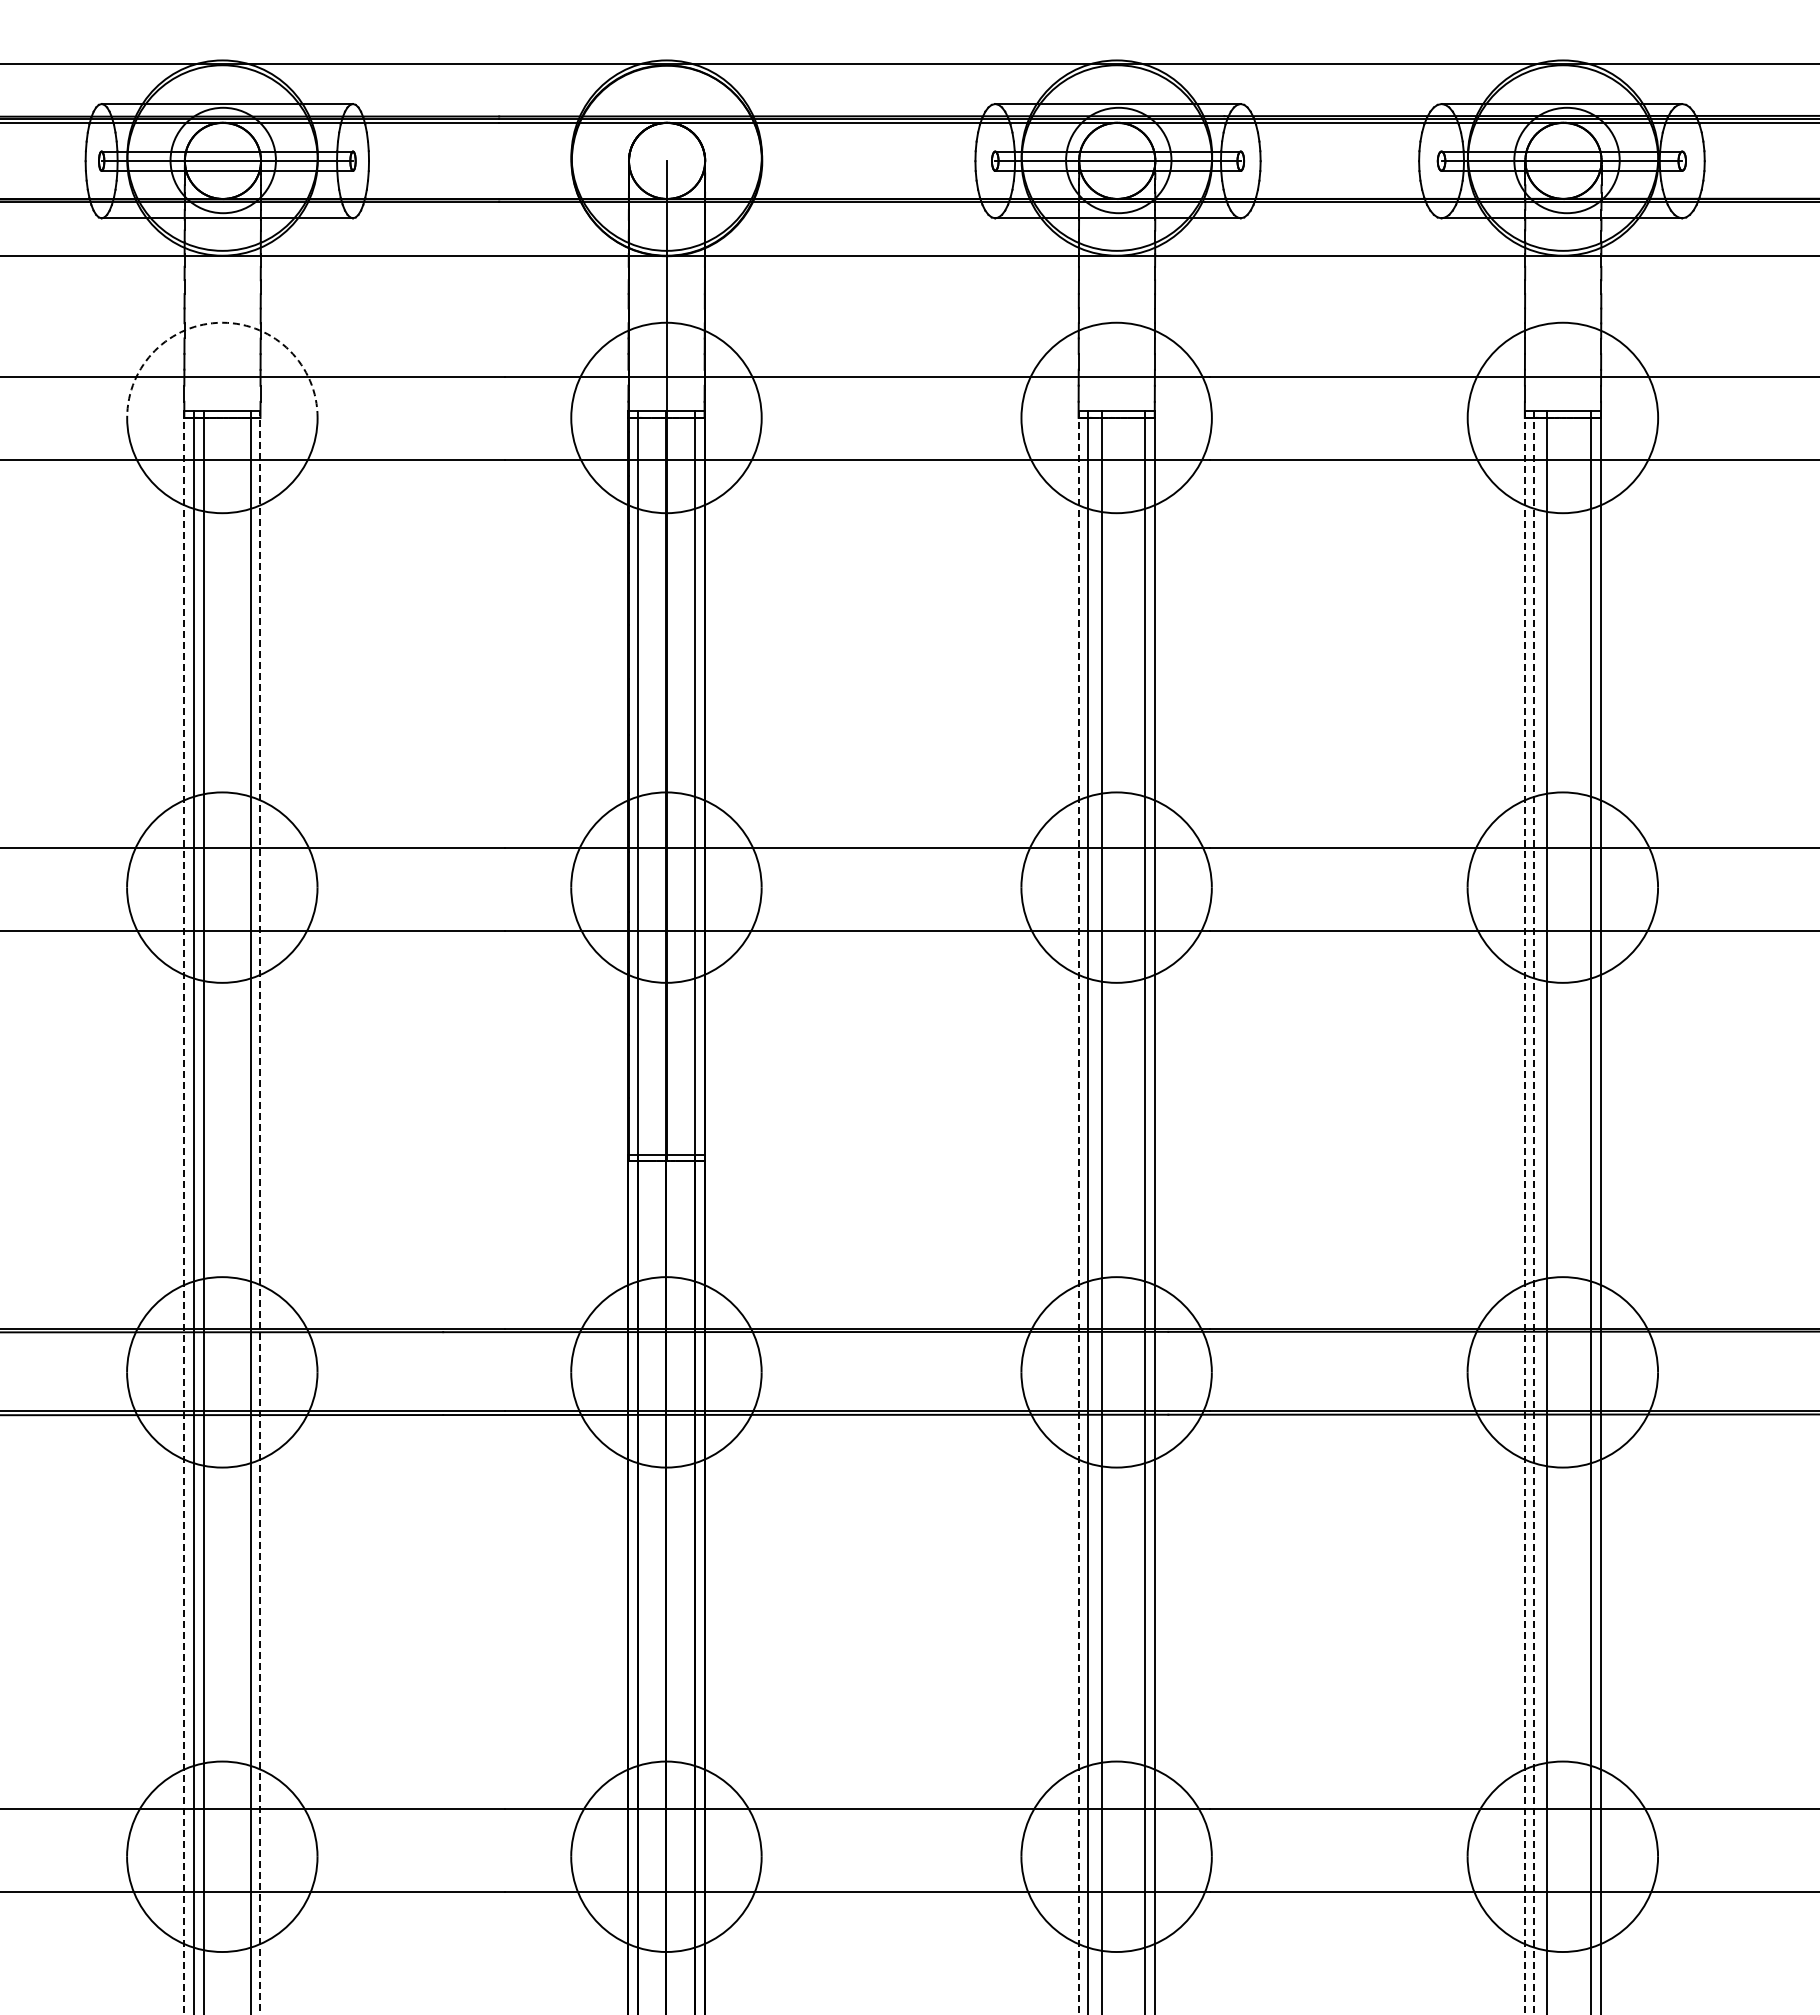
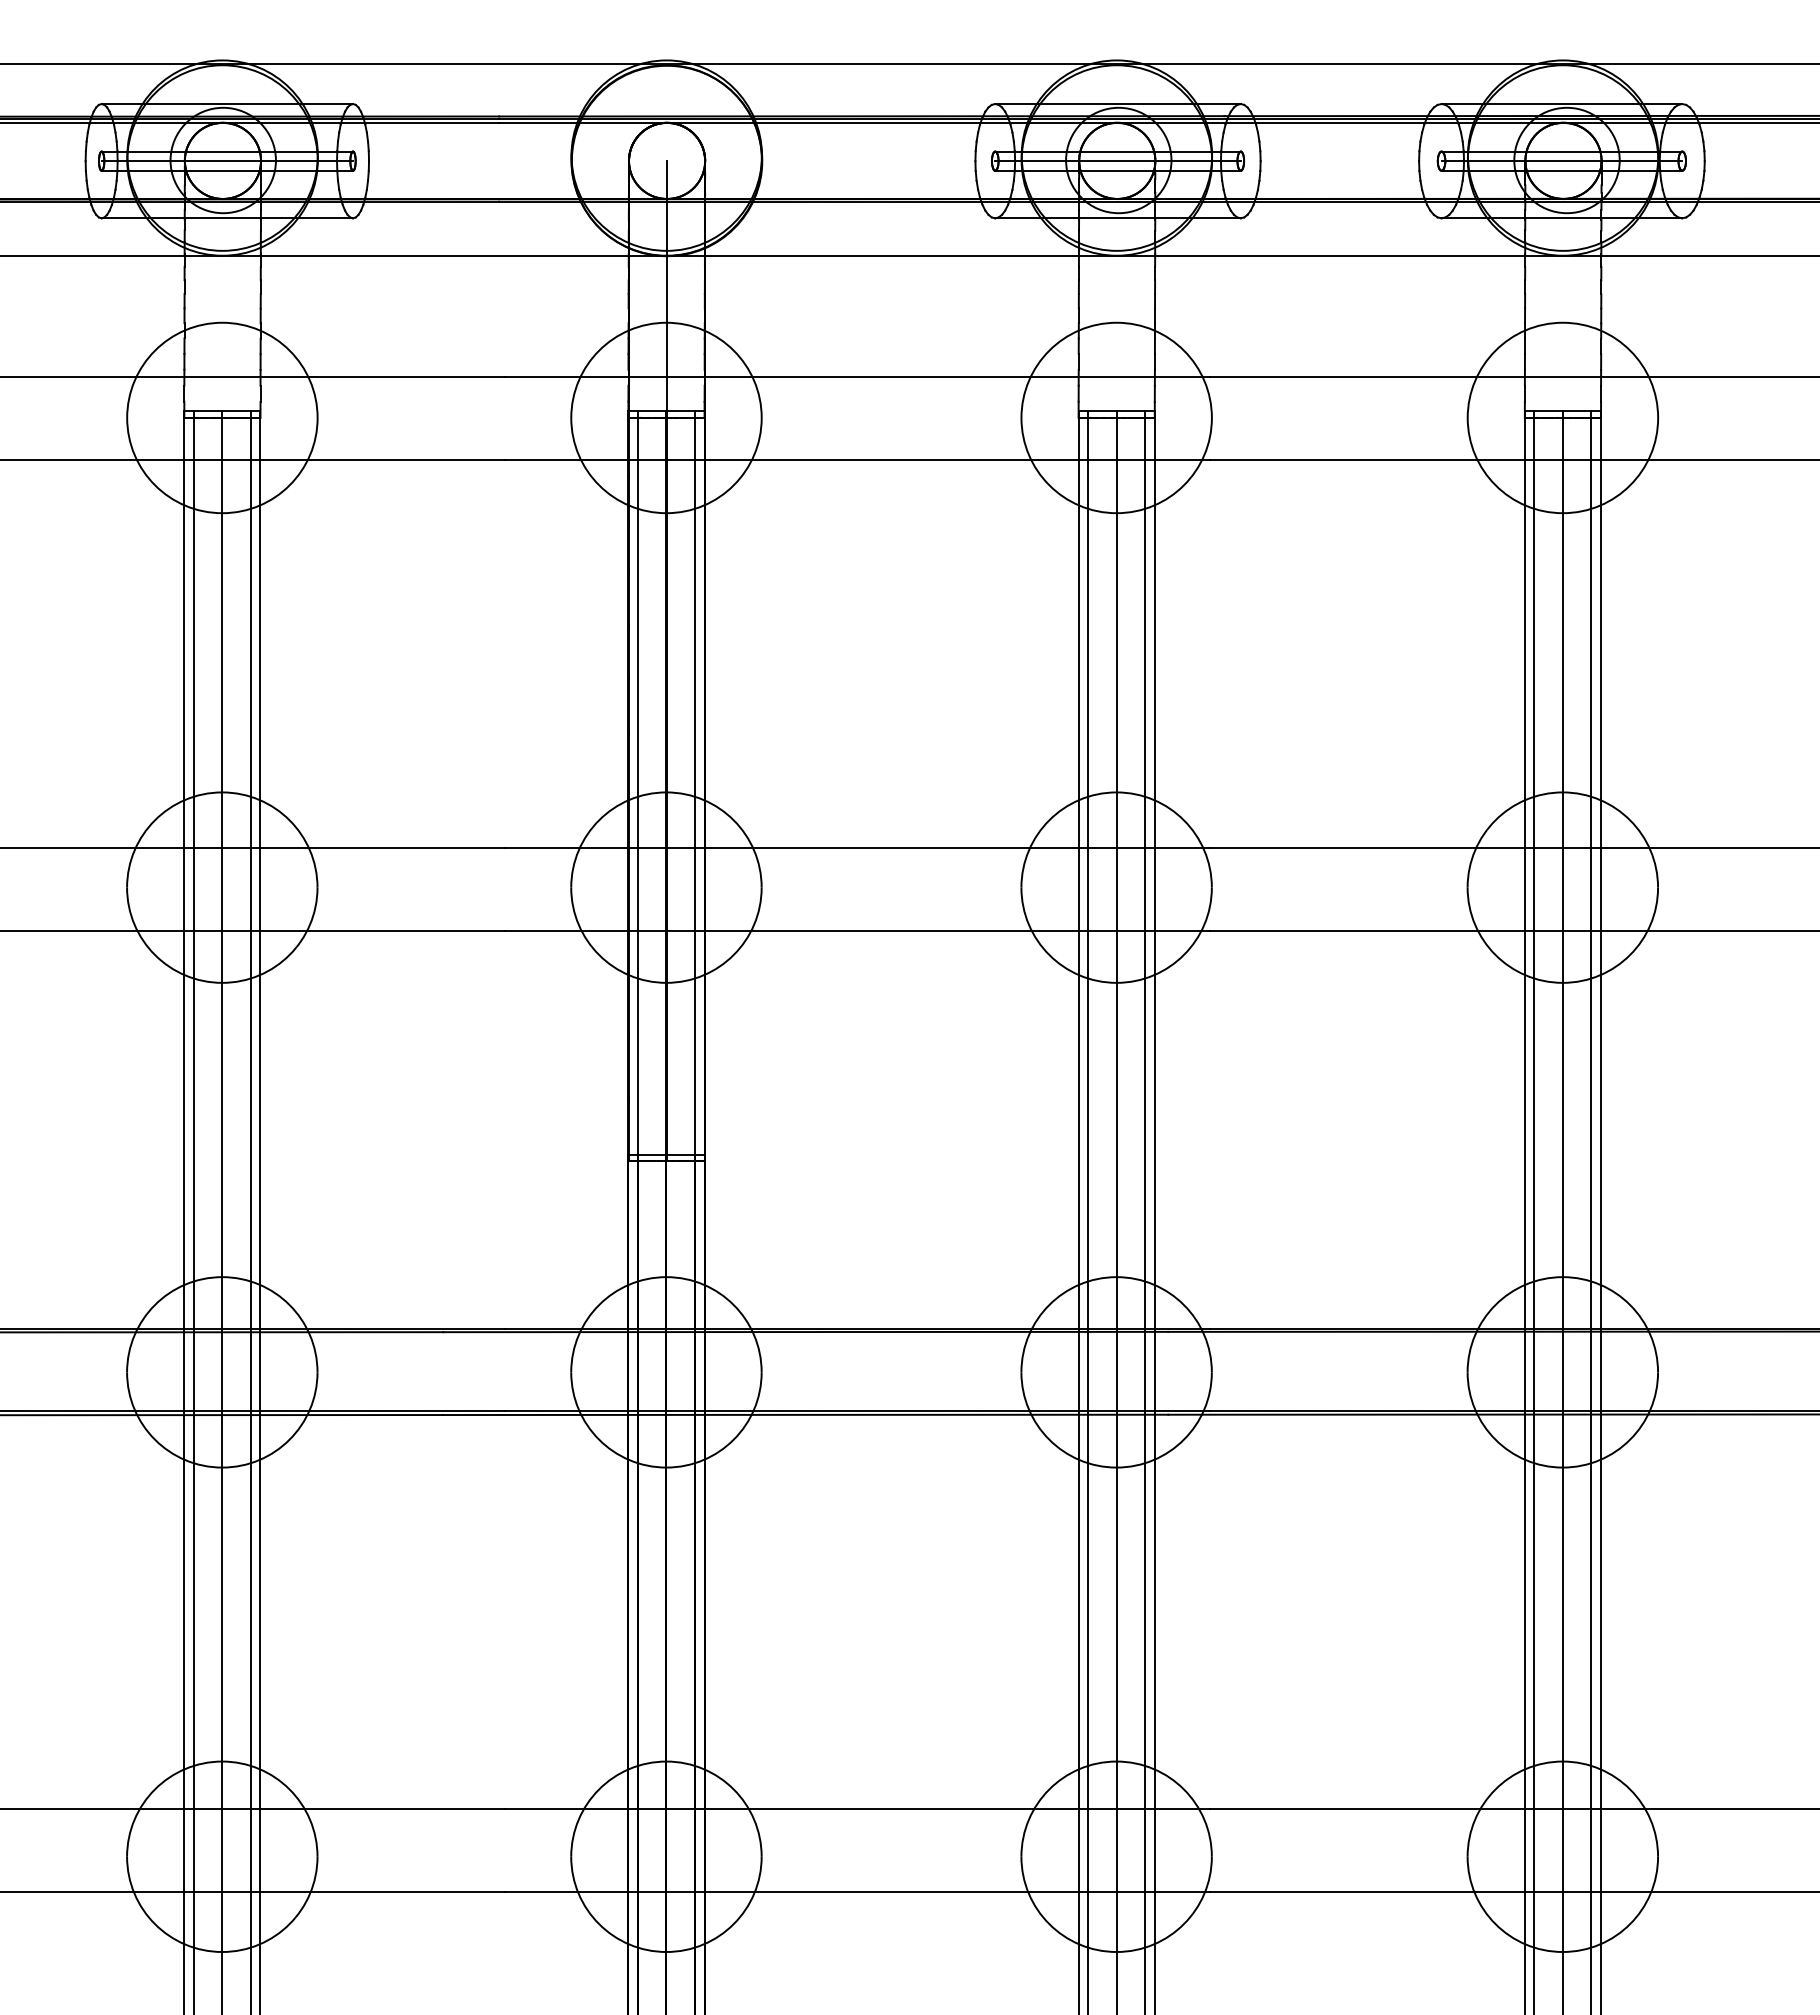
arc at (222, 322): dashed -> solid
line at (204, 1211) position: (204, 1211) -> (222, 1211)
line at (1101, 1211) position: (1101, 1211) -> (1116, 1211)
line at (1546, 1211) position: (1546, 1211) -> (1562, 1211)
line at (260, 1212): dashed -> solid
line at (184, 1213): dashed -> solid
line at (1078, 1213): dashed -> solid
line at (1524, 1213): dashed -> solid
line at (1534, 1213): dashed -> solid
